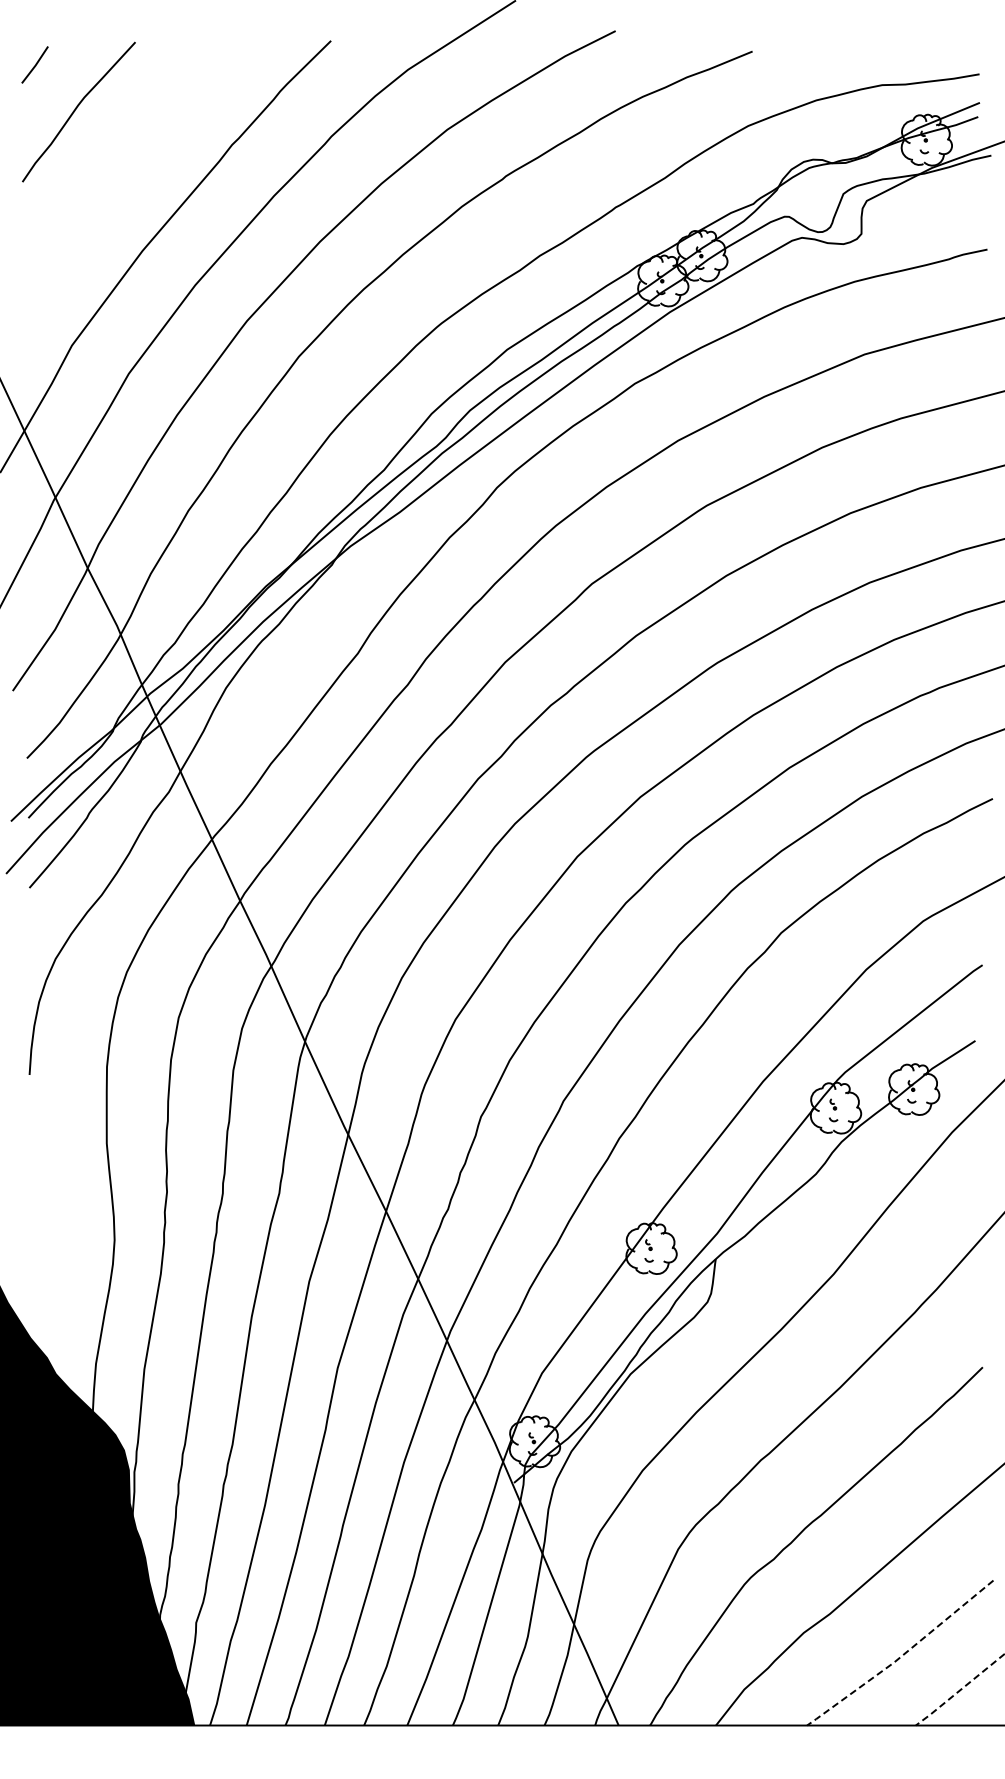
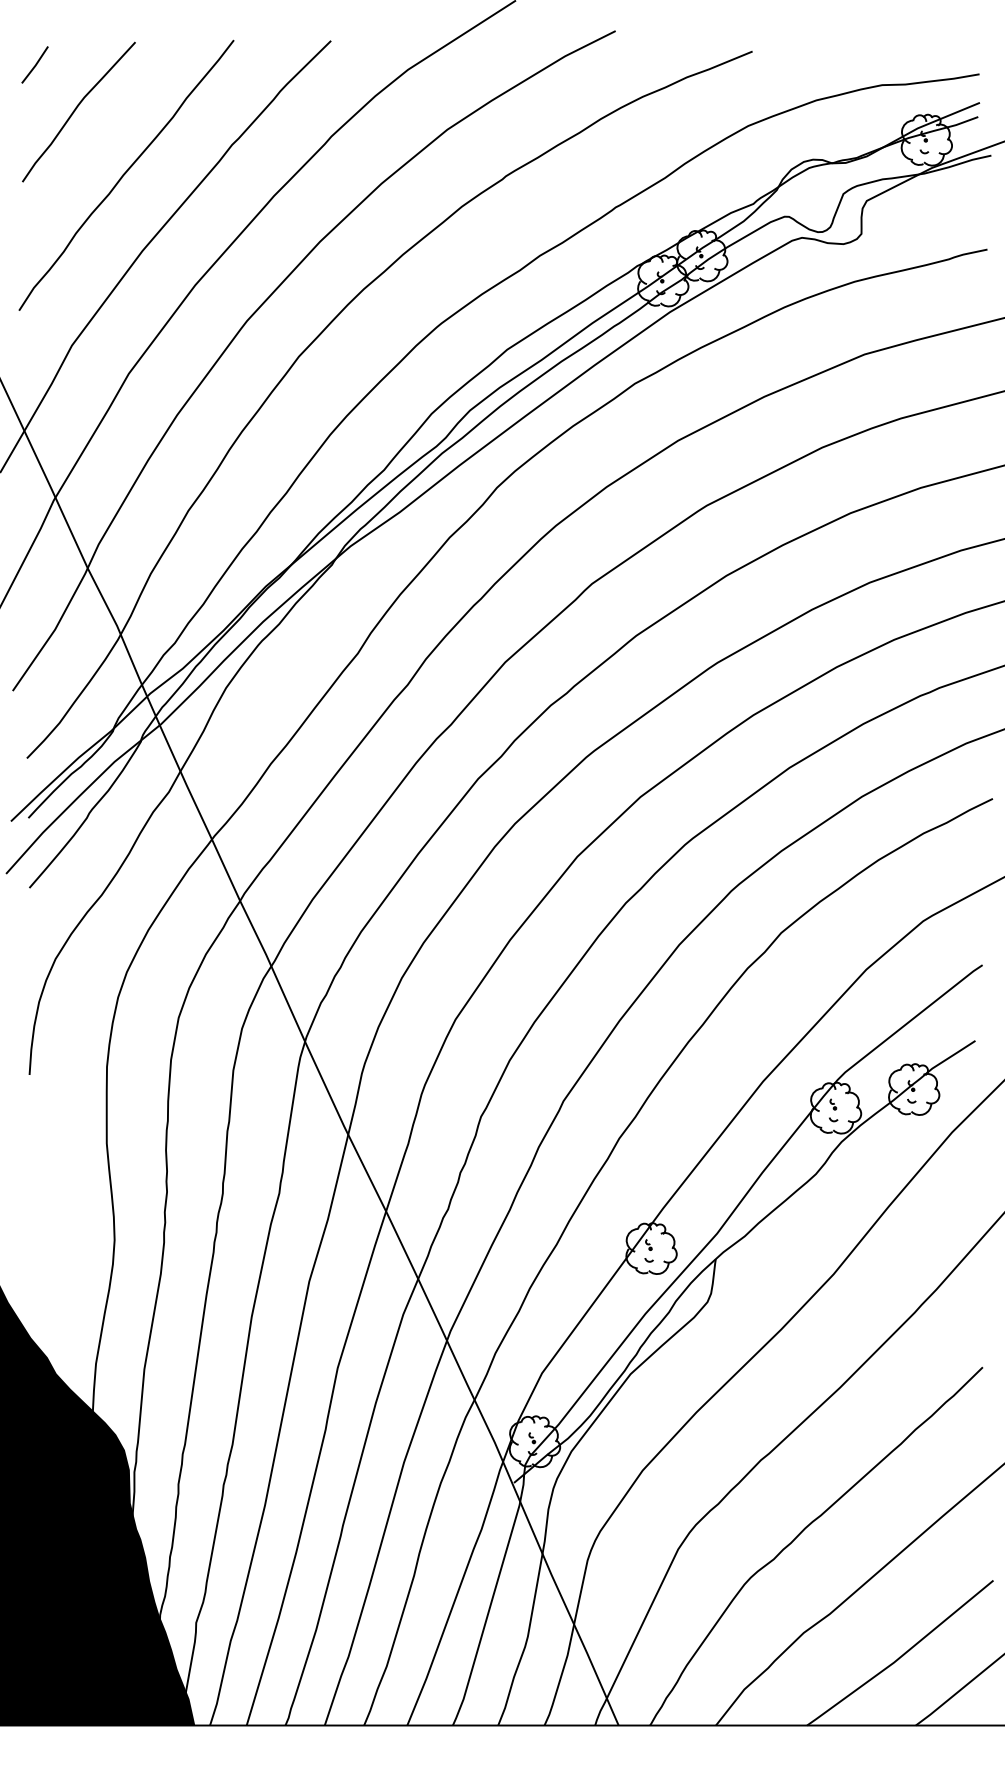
curve at (126, 173): none -> present
line at (900, 1656): dashed -> solid
line at (960, 1690): dashed -> solid
